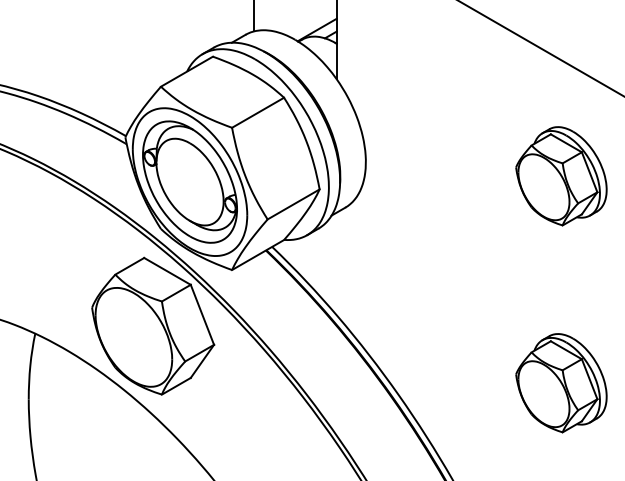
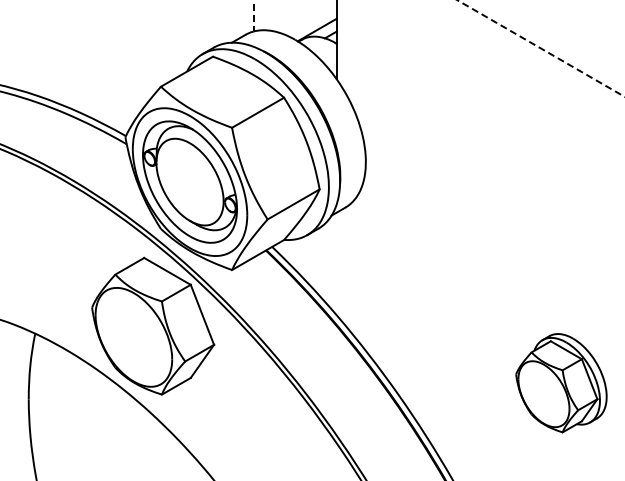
line at (253, 16): solid -> dashed
line at (540, 48): solid -> dashed
part at (561, 176): present -> none
